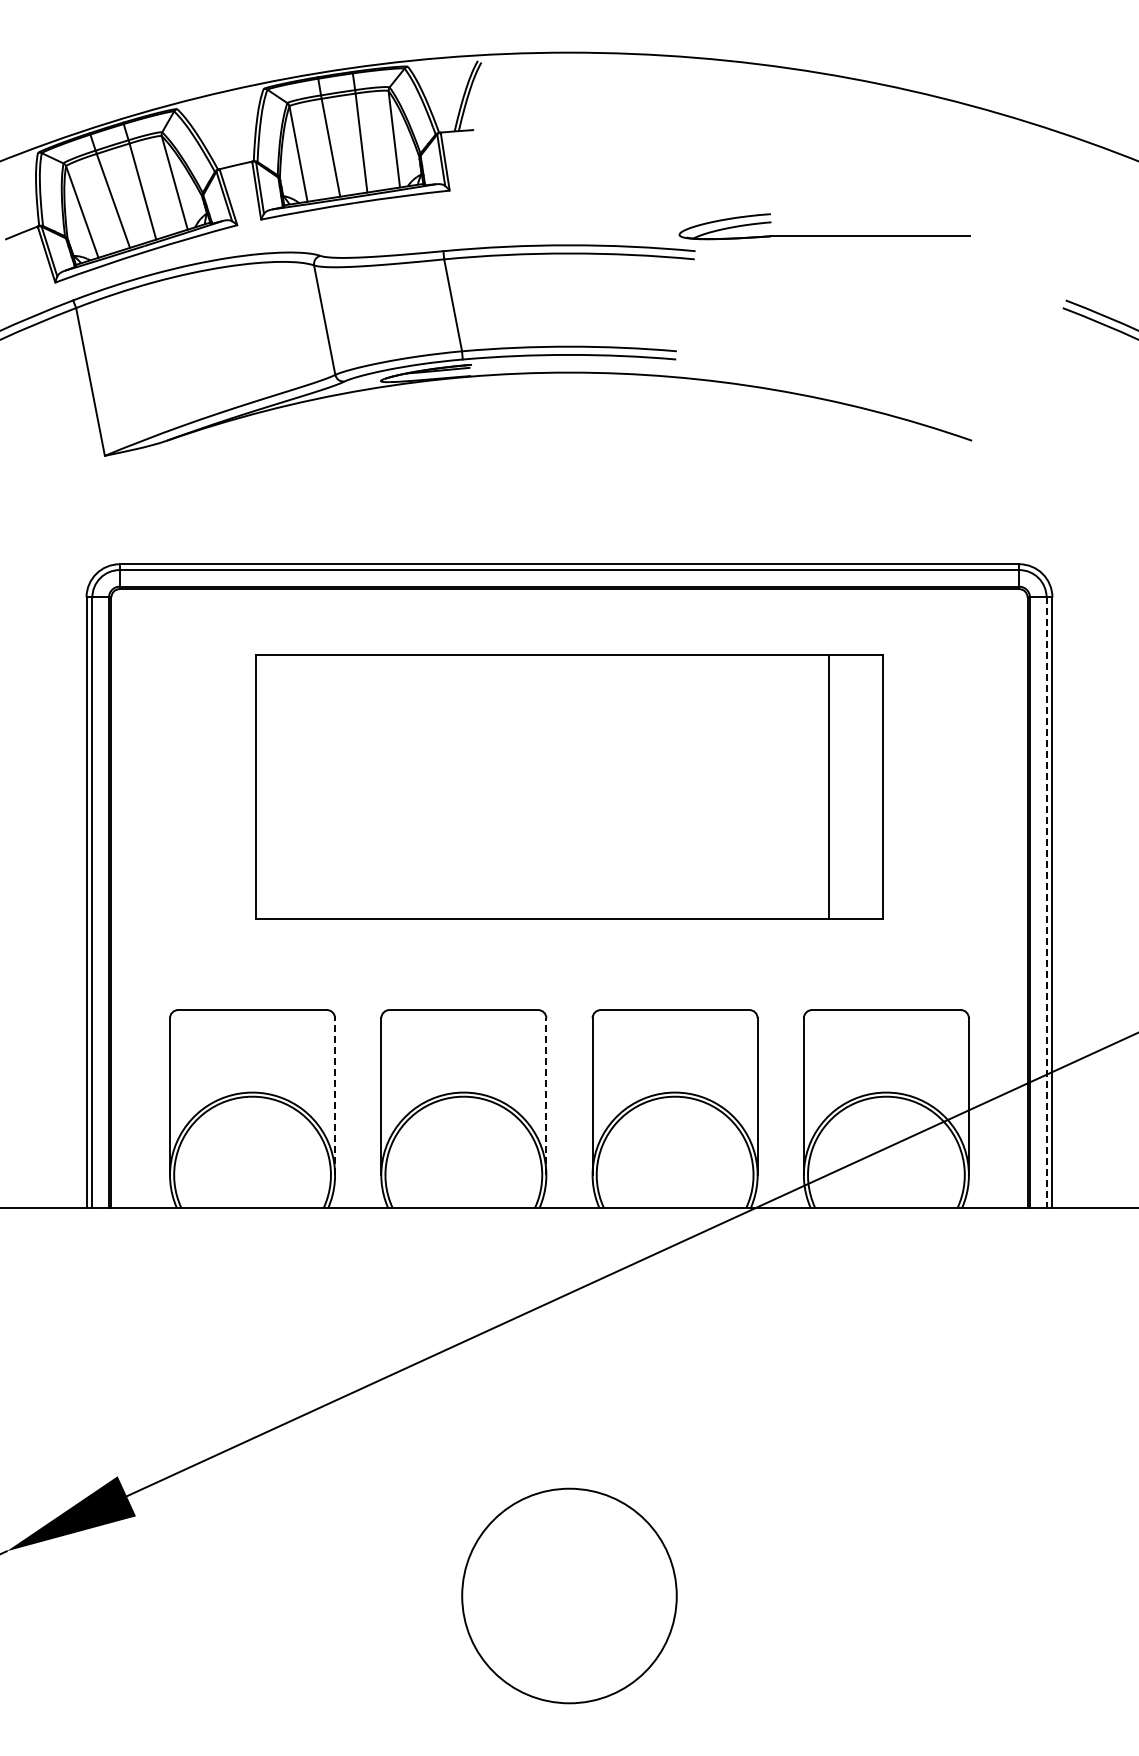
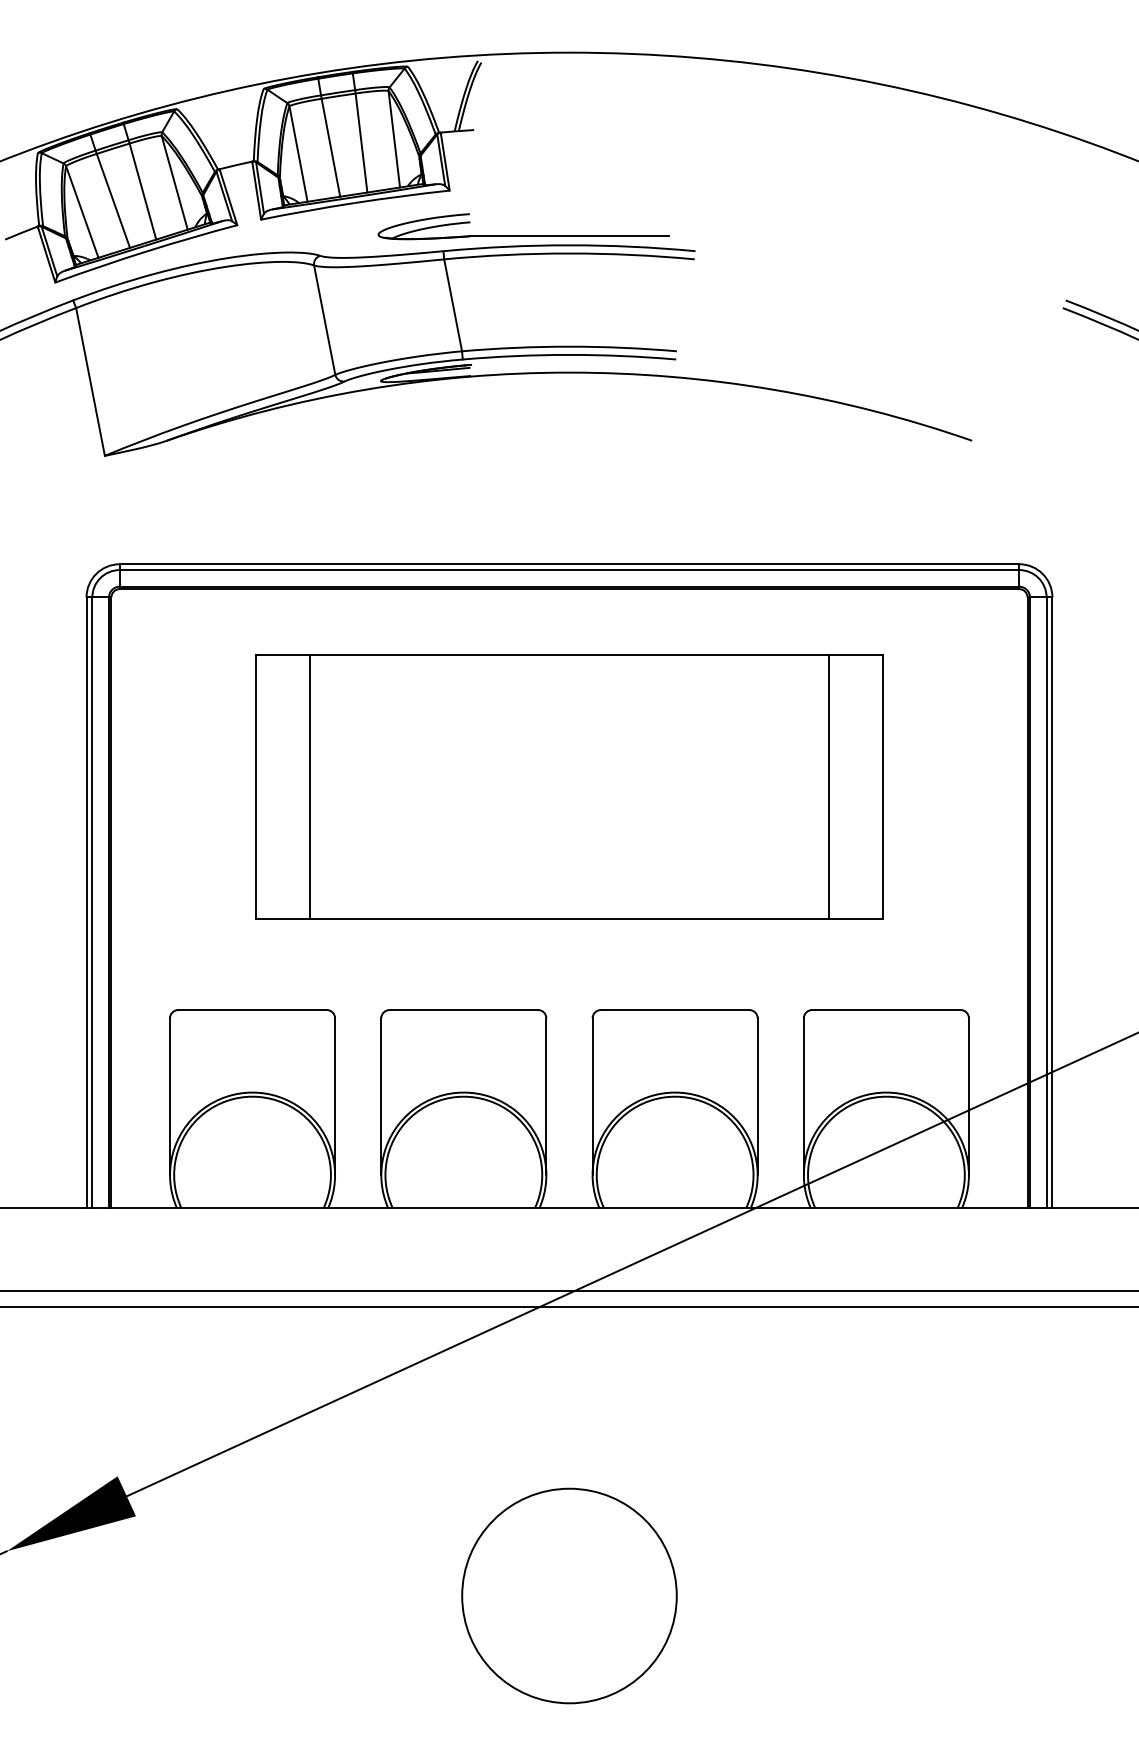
part at (824, 235) position: (824, 235) -> (523, 235)
line at (309, 787): none -> present
line at (1046, 903): dashed -> solid
line at (335, 1096): dashed -> solid
line at (546, 1096): dashed -> solid
line at (568, 1290): none -> present
line at (568, 1307): none -> present
